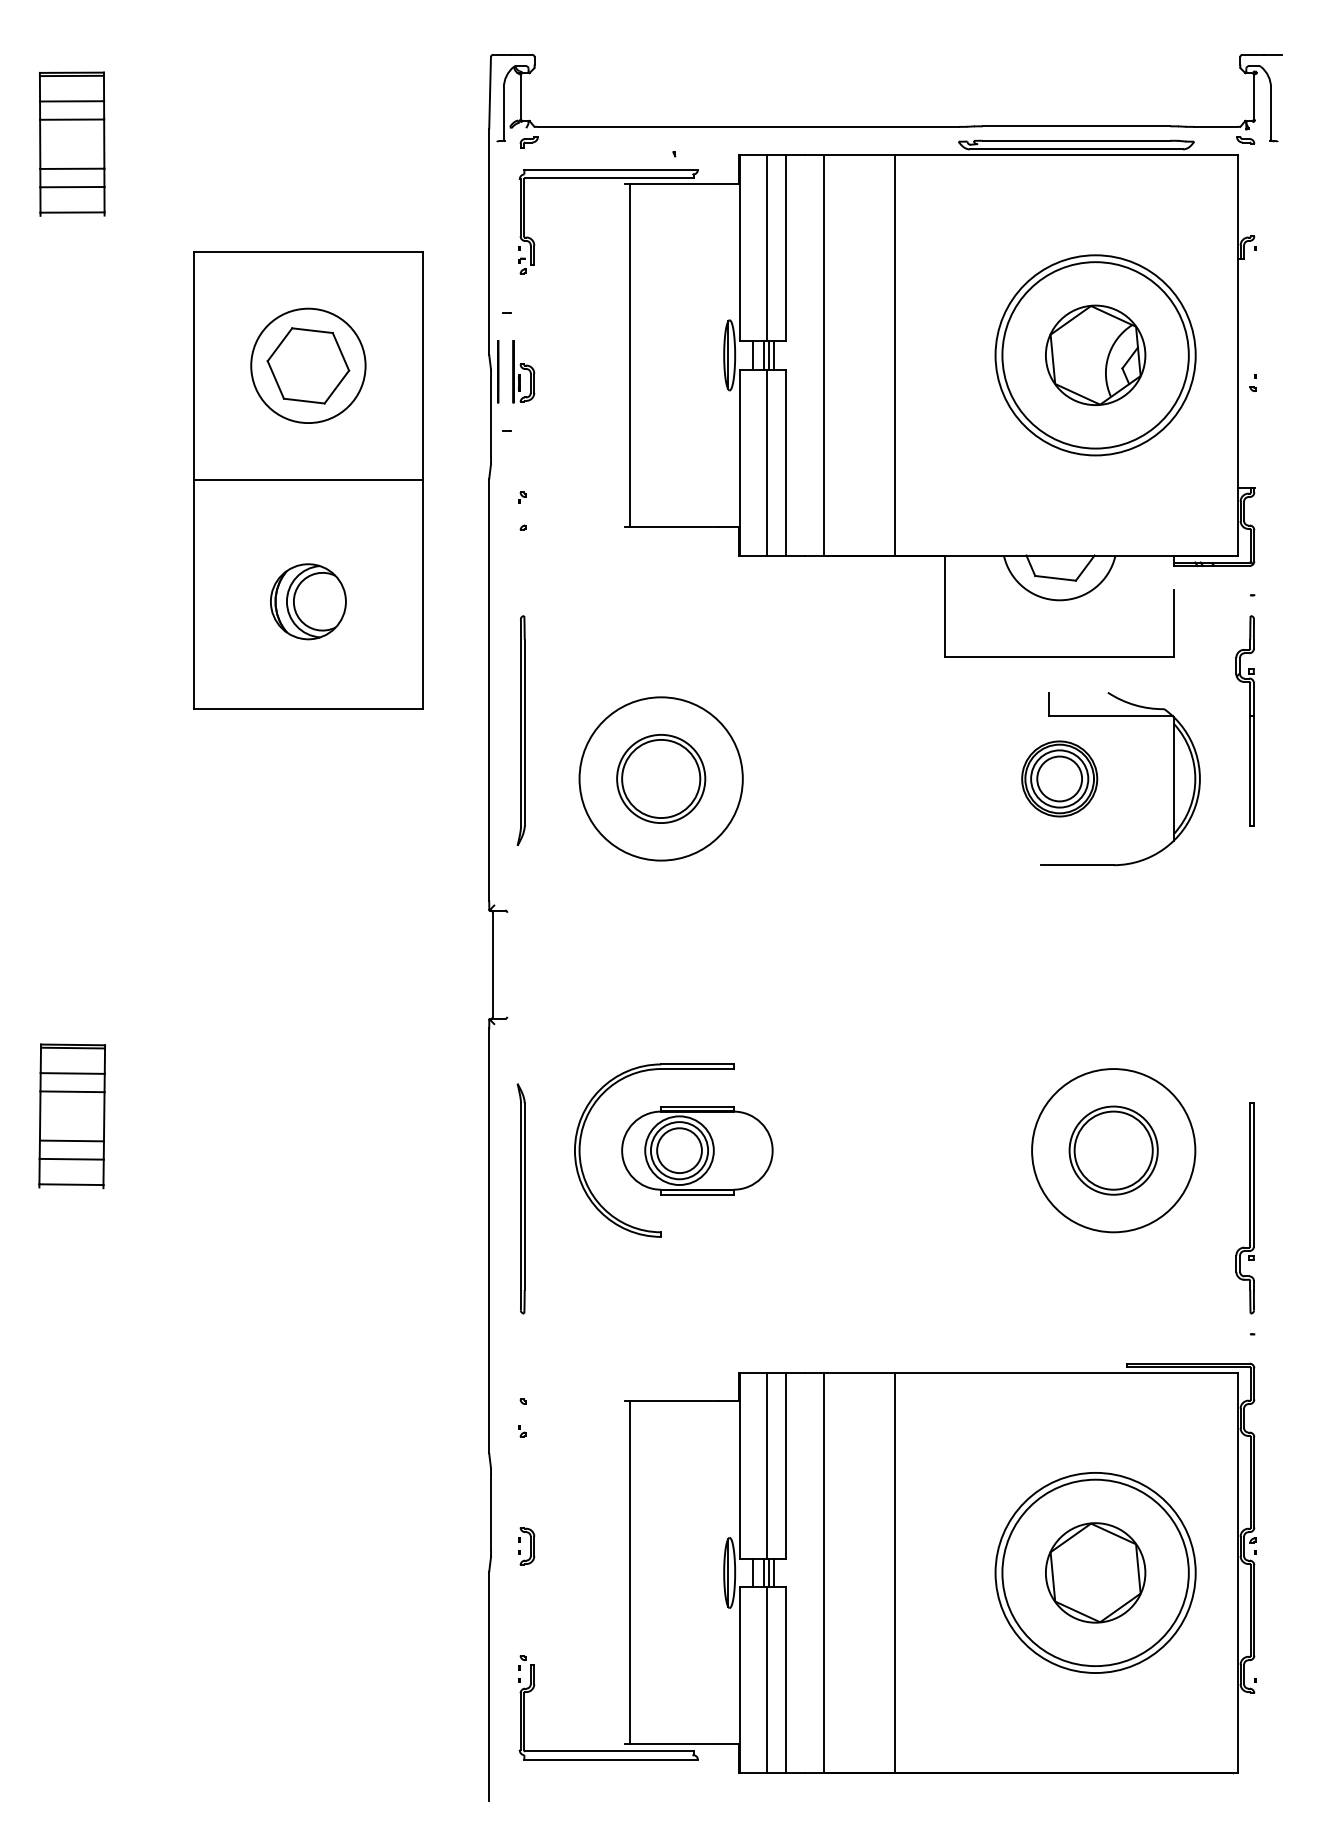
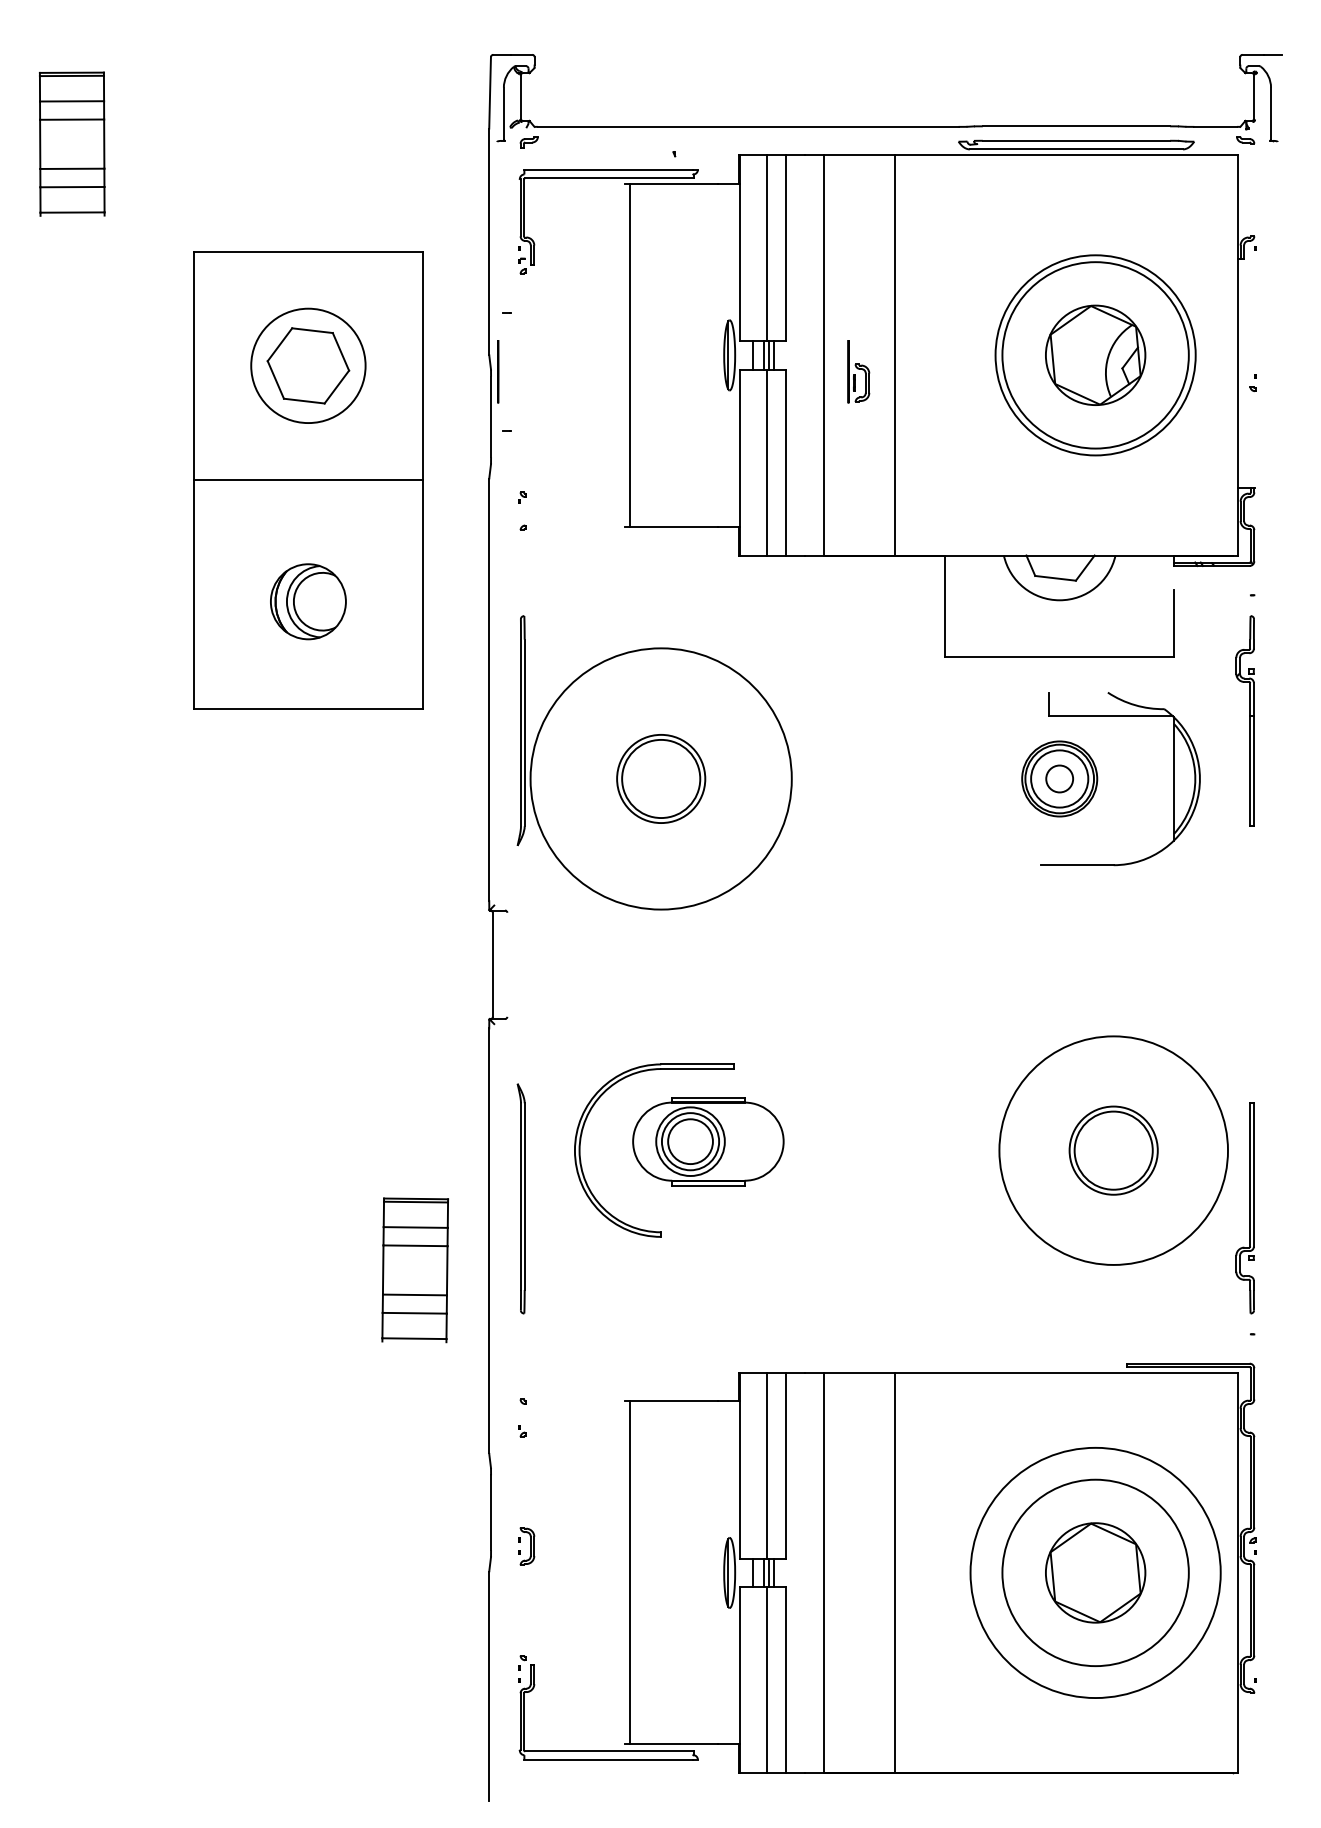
part at (523, 371) position: (523, 371) -> (858, 371)
circle at (660, 778) diameter: 163 px -> 261 px
circle at (1059, 778) diameter: 45 px -> 27 px
part at (71, 1116) position: (71, 1116) -> (414, 1270)
part at (697, 1150) position: (697, 1150) -> (708, 1141)
circle at (1113, 1150) diameter: 163 px -> 229 px
circle at (1095, 1572) diameter: 200 px -> 250 px
